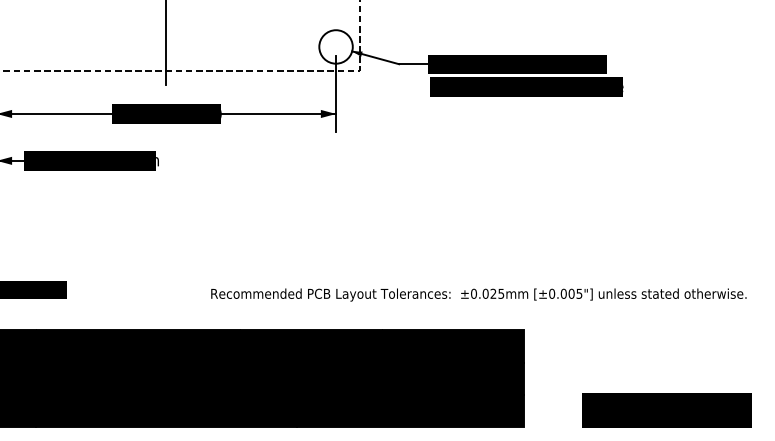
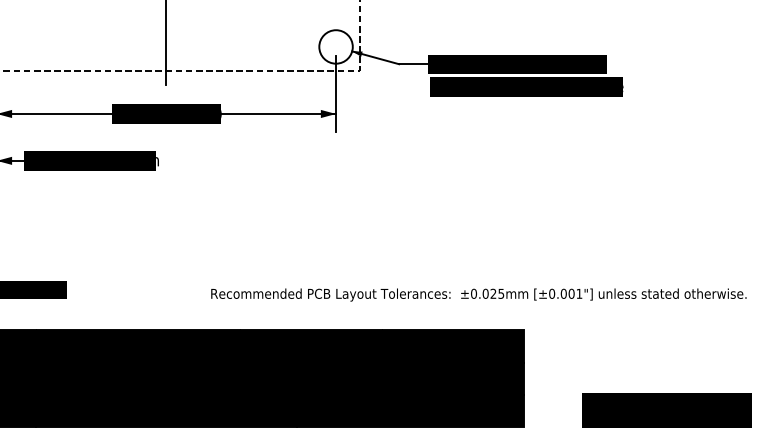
text at (579, 293): [±0.005"] -> [±0.001"]
